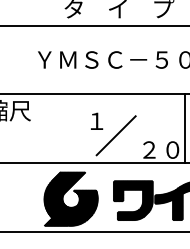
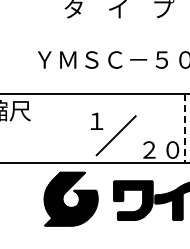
line at (94, 25): present -> none
line at (185, 129): solid -> dashed
line at (94, 232): present -> none
